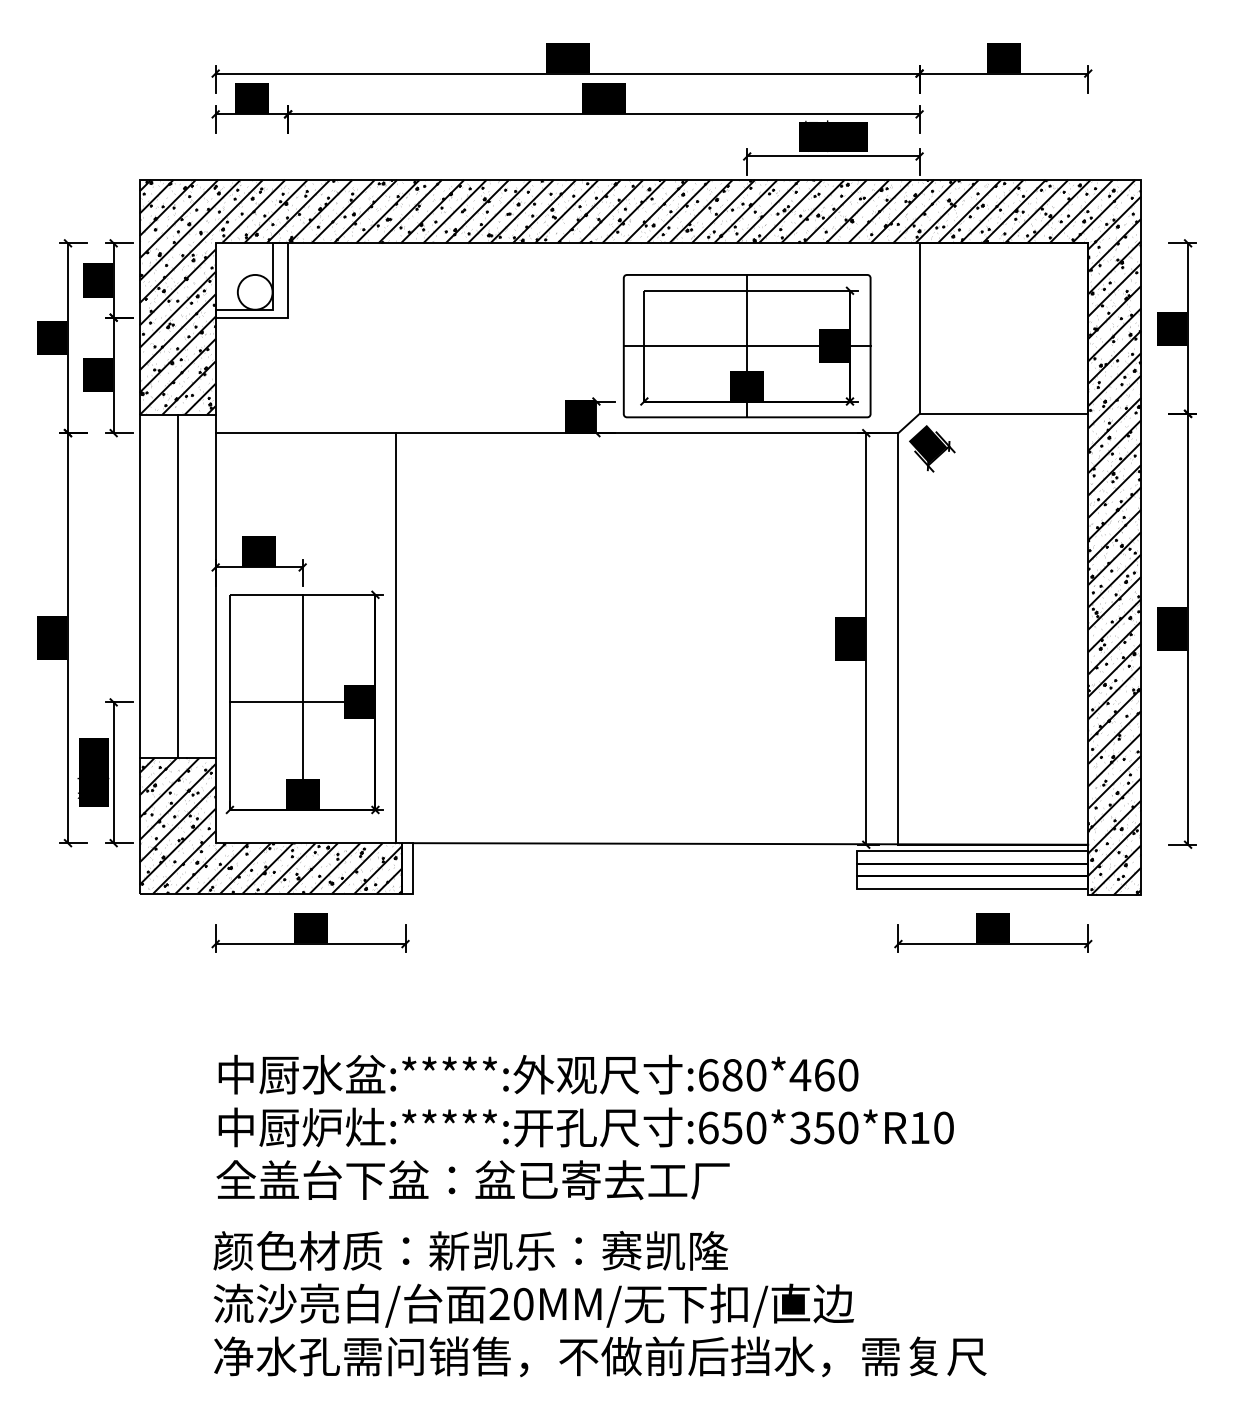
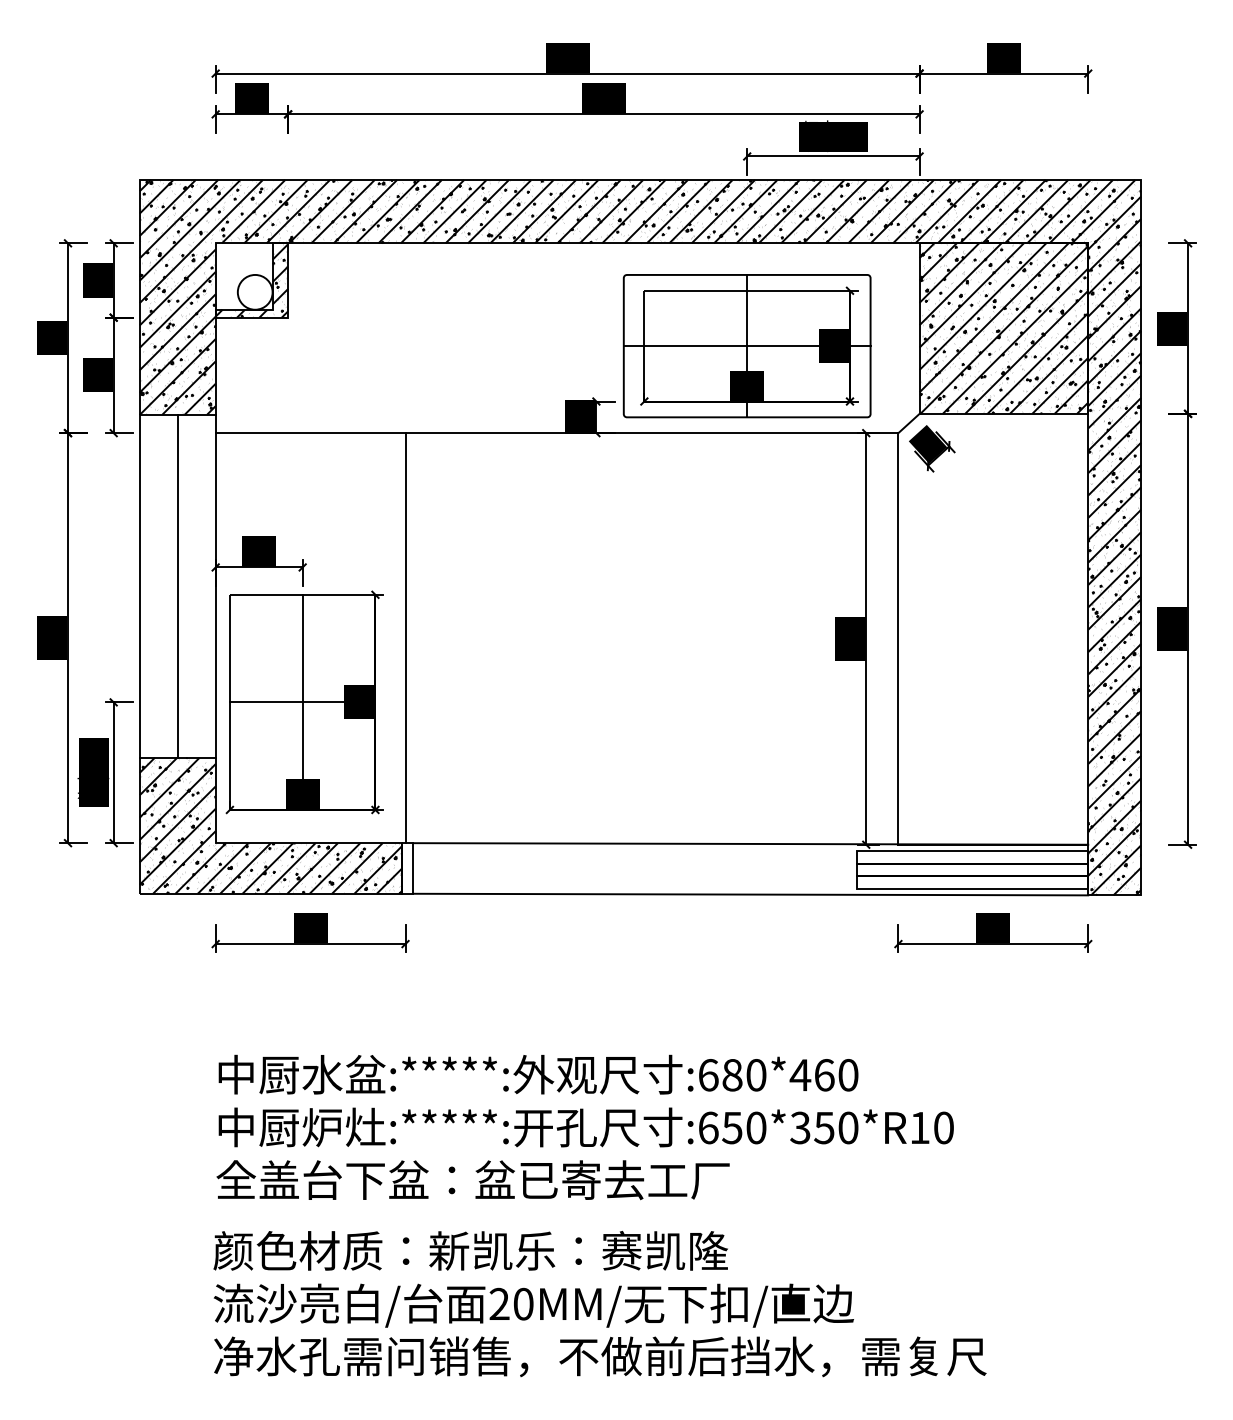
hatch at (251, 280): none -> present
hatch at (1003, 328): none -> present
line at (395, 638) position: (395, 638) -> (405, 638)
line at (750, 894): none -> present
